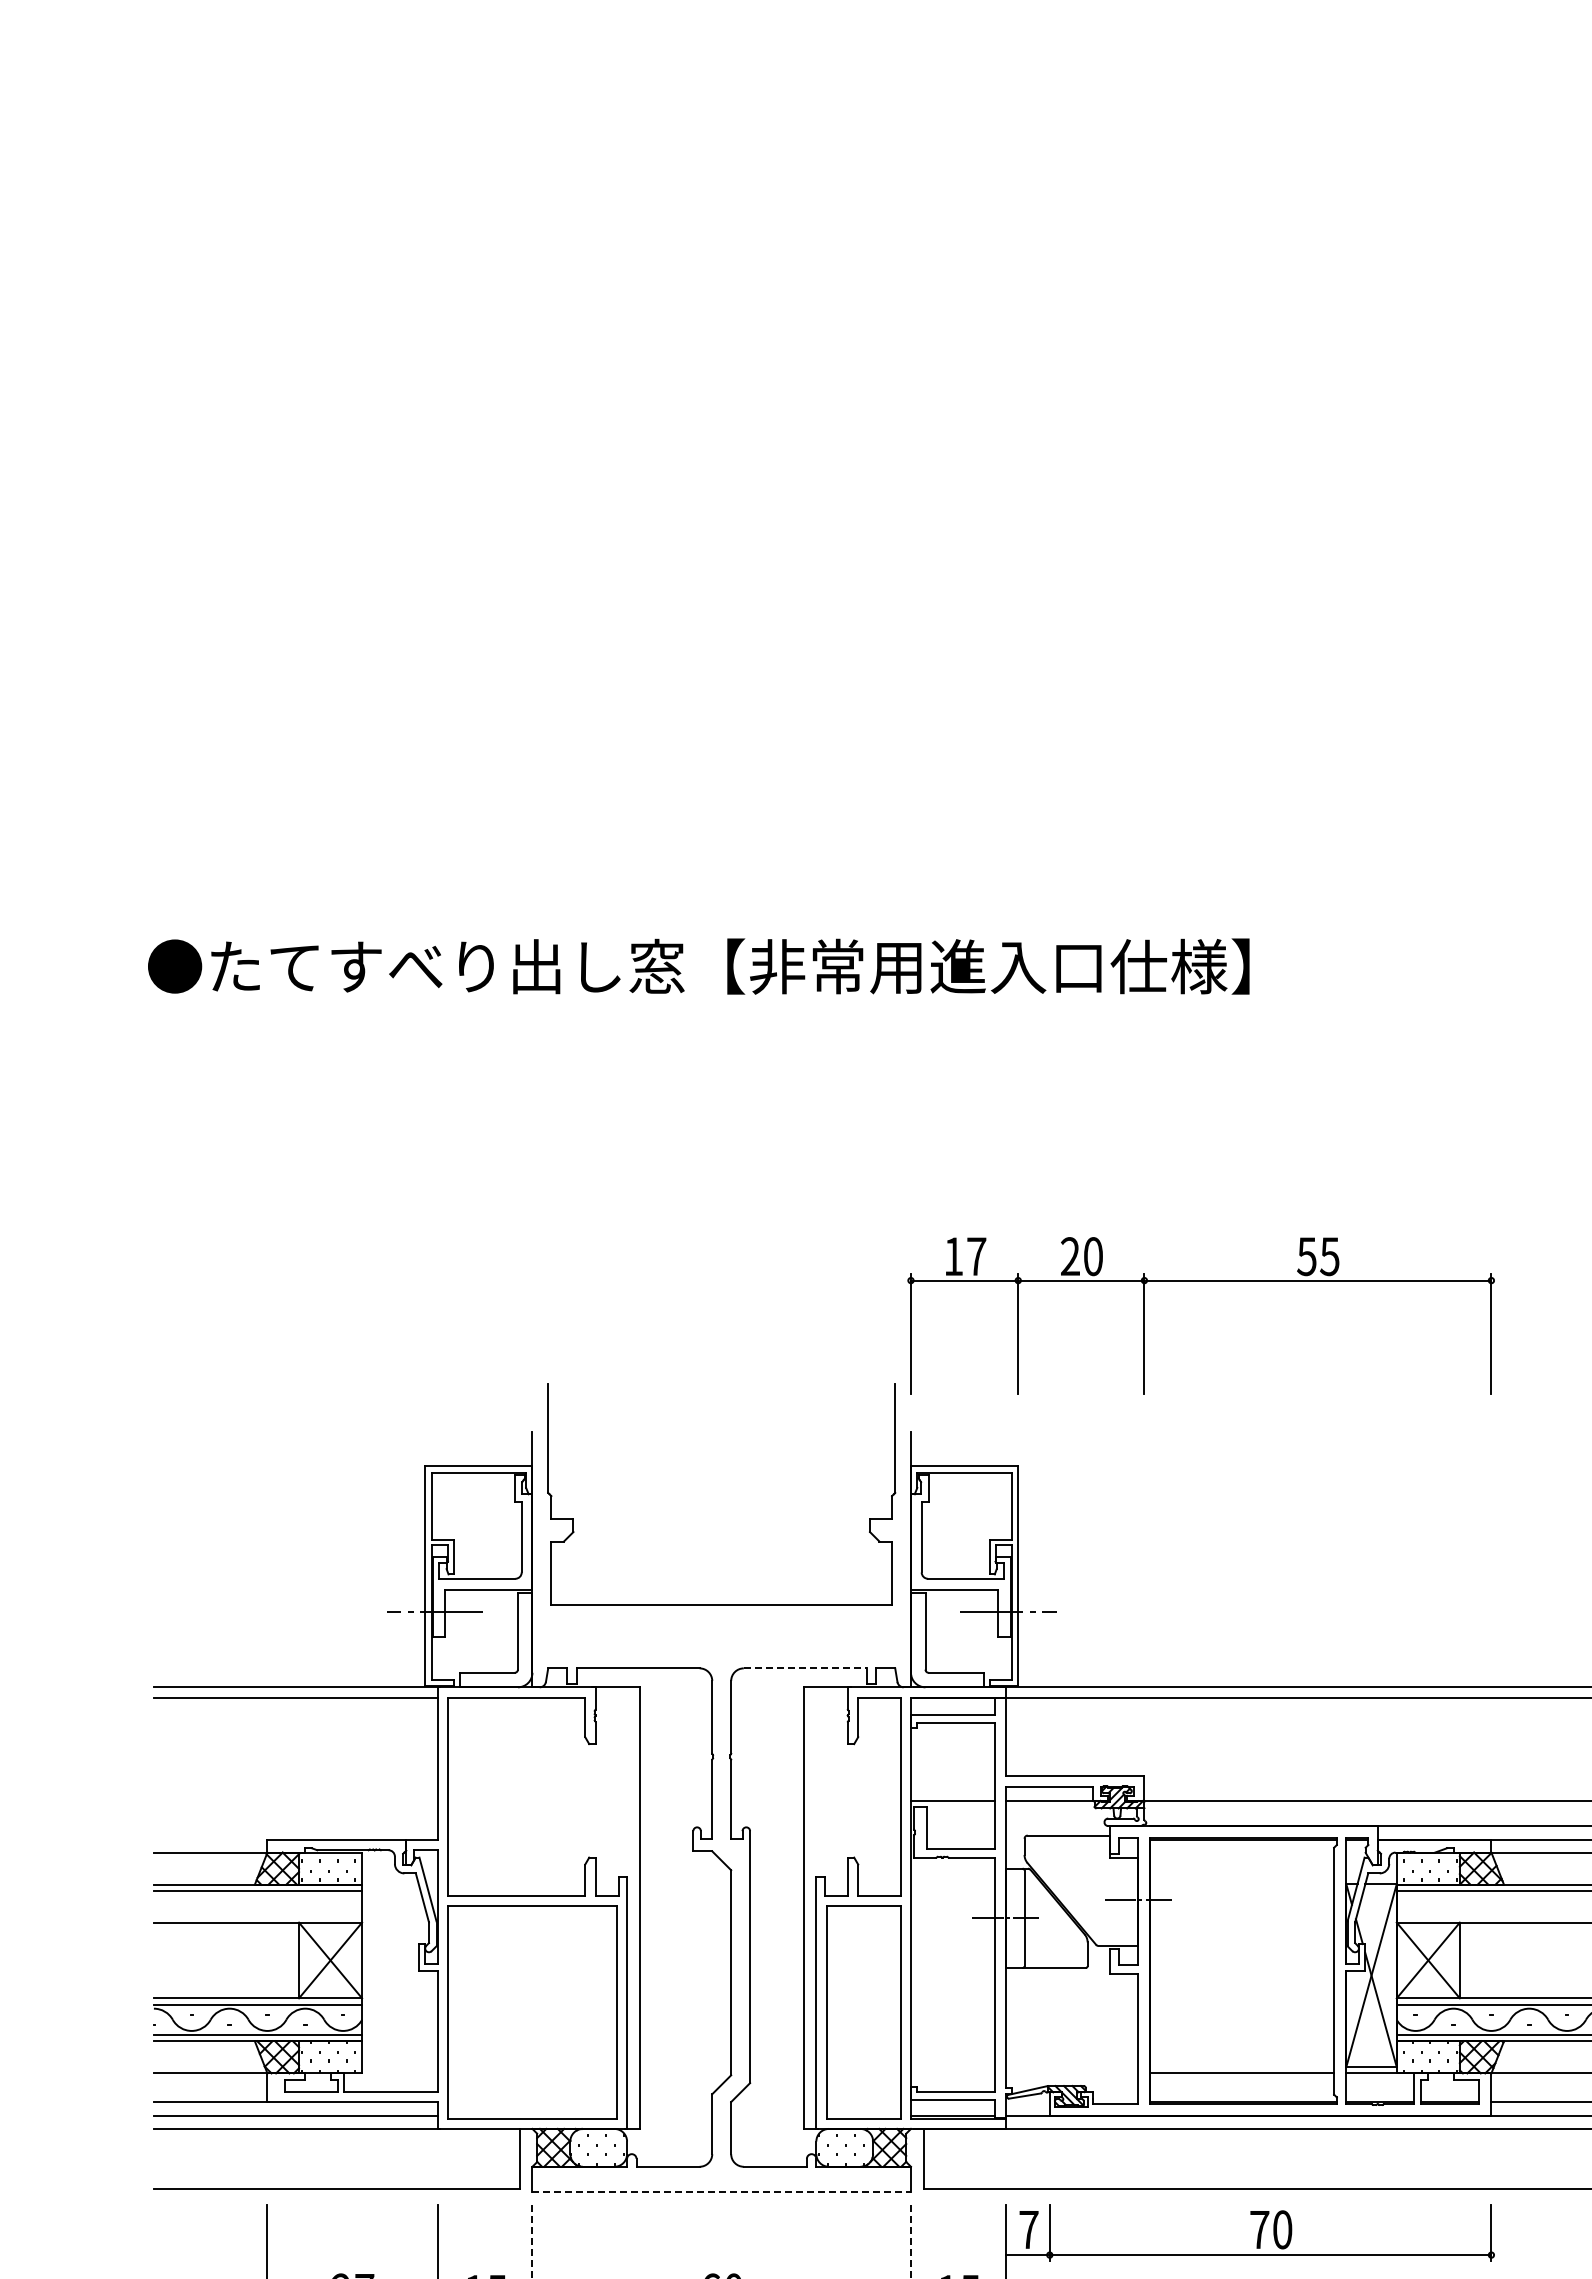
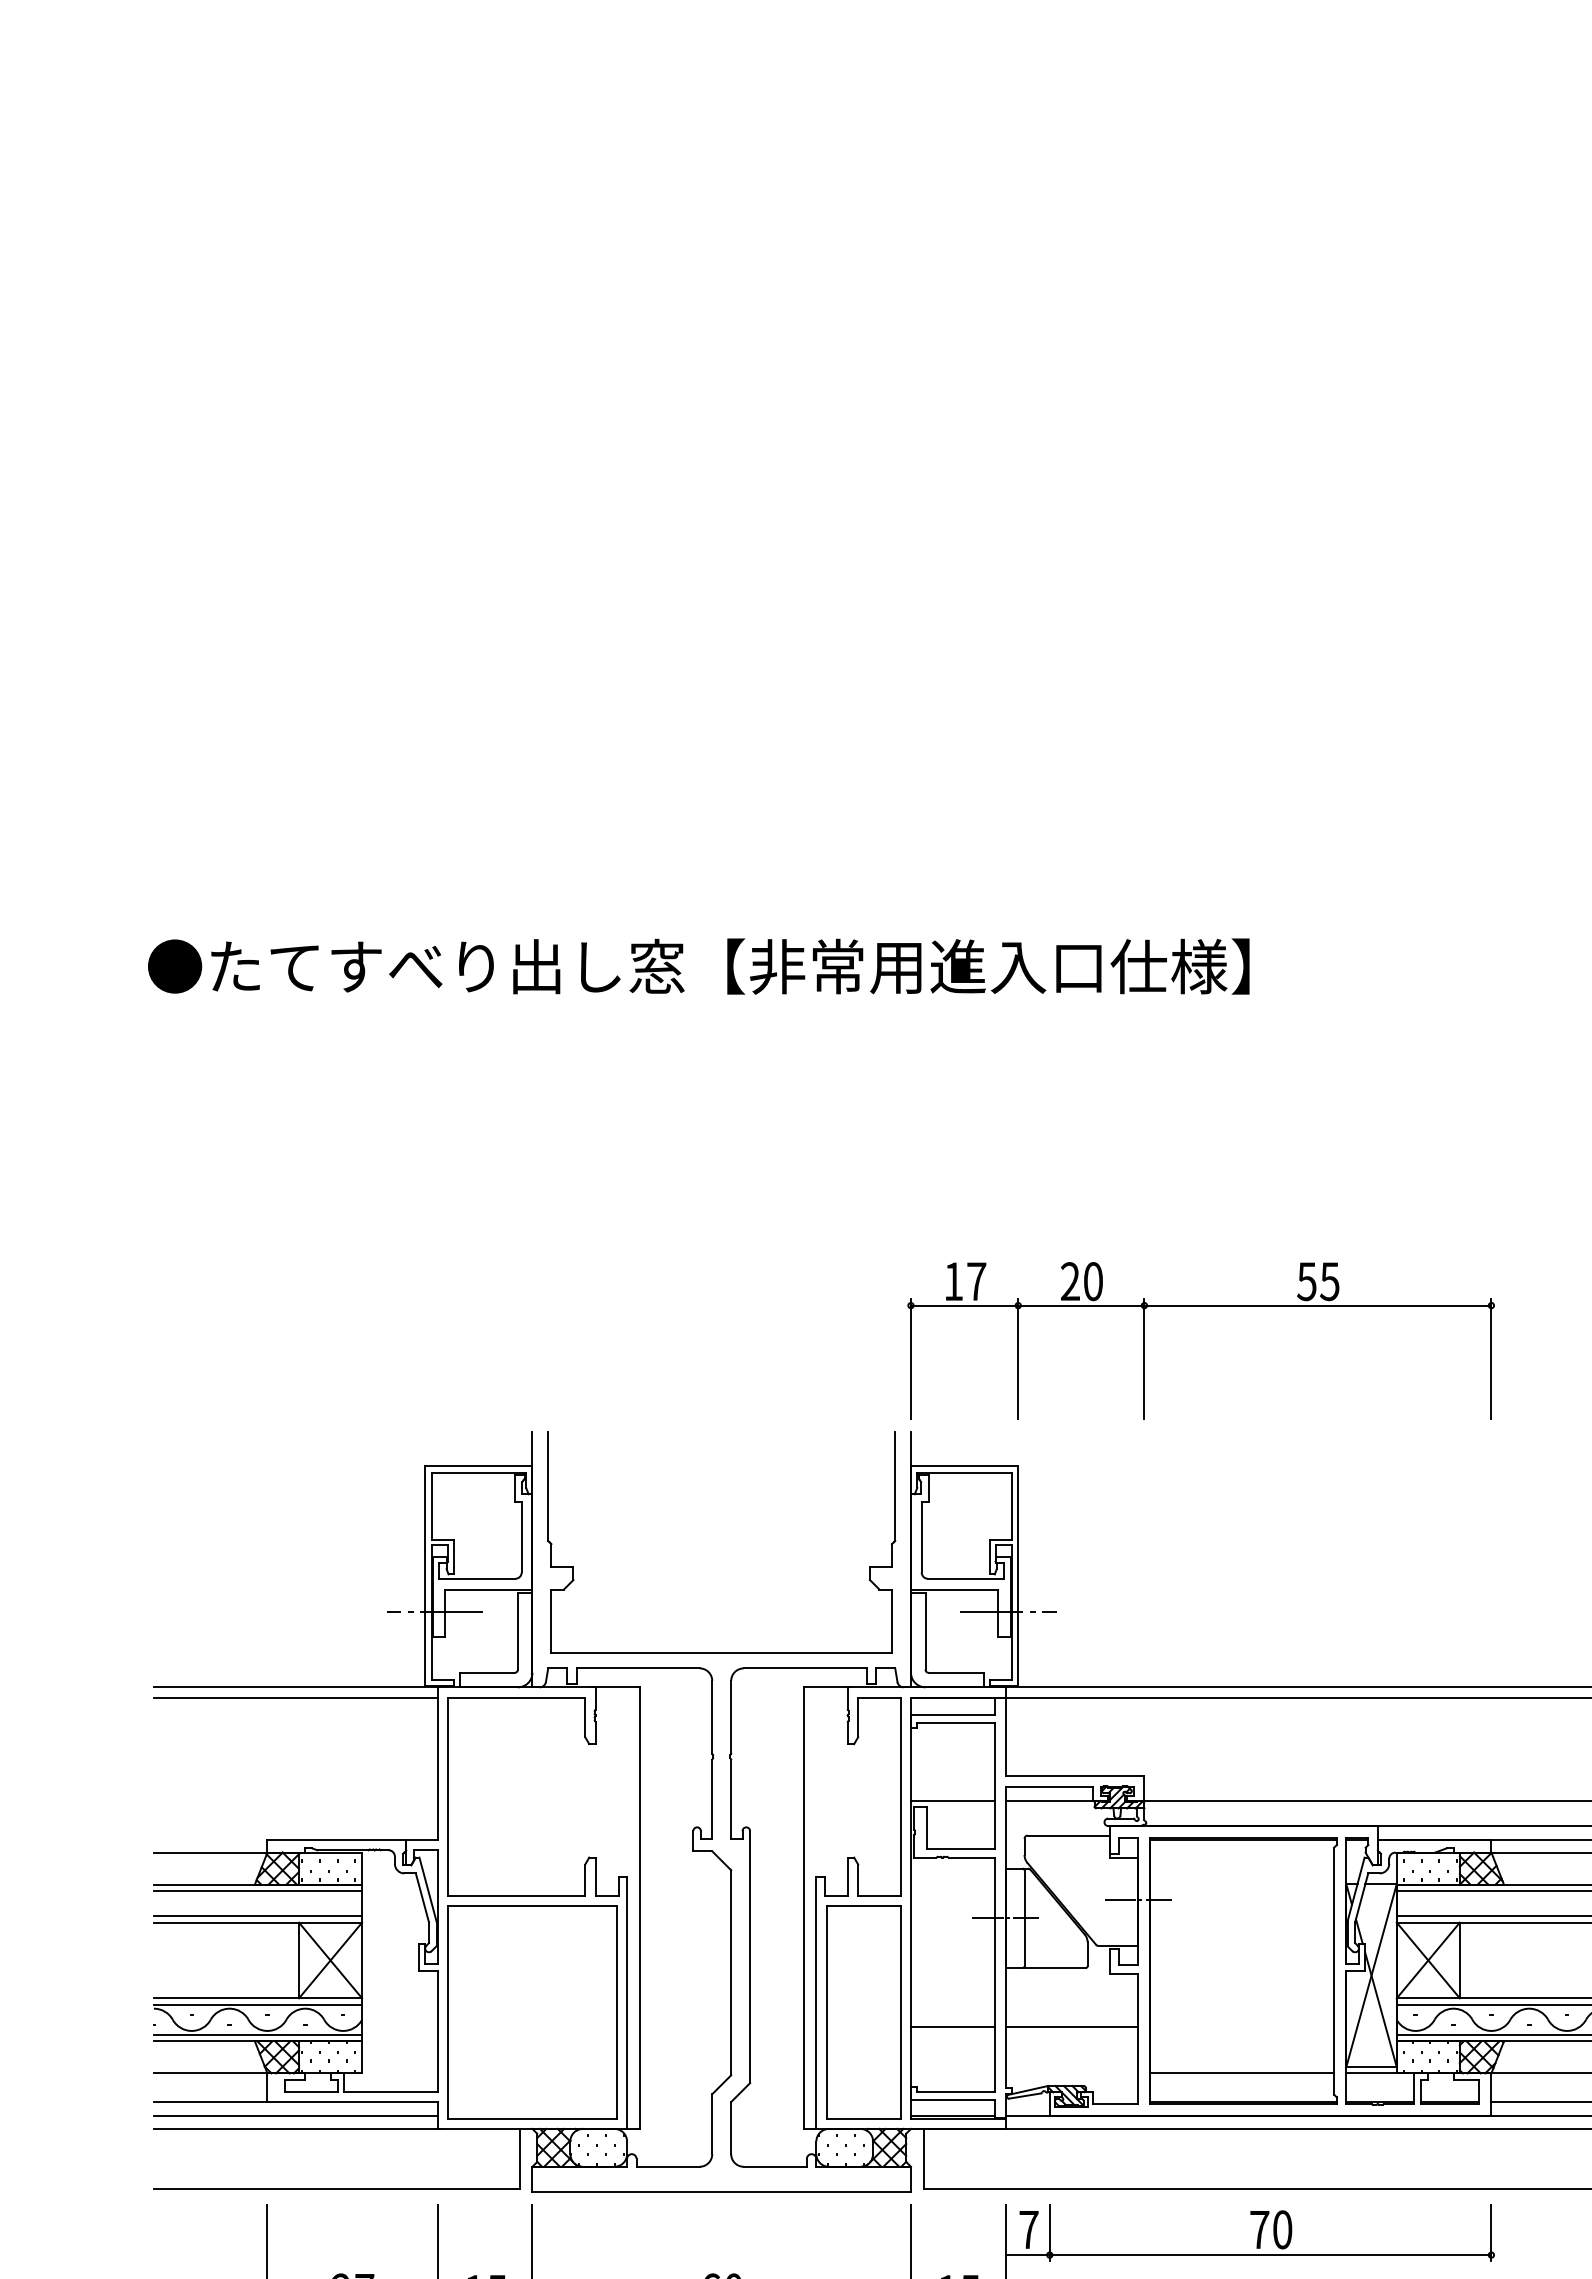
part at (1200, 1281) position: (1200, 1281) -> (1200, 1306)
part at (721, 1604) position: (721, 1604) -> (721, 1652)
line at (805, 1668): dashed -> solid
line at (257, 1916): none -> present
line at (1492, 1916): none -> present
line at (952, 2026): none -> present
line at (1071, 2026): none -> present
line at (722, 2192): dashed -> solid
line at (532, 2241): dashed -> solid
line at (910, 2241): dashed -> solid
